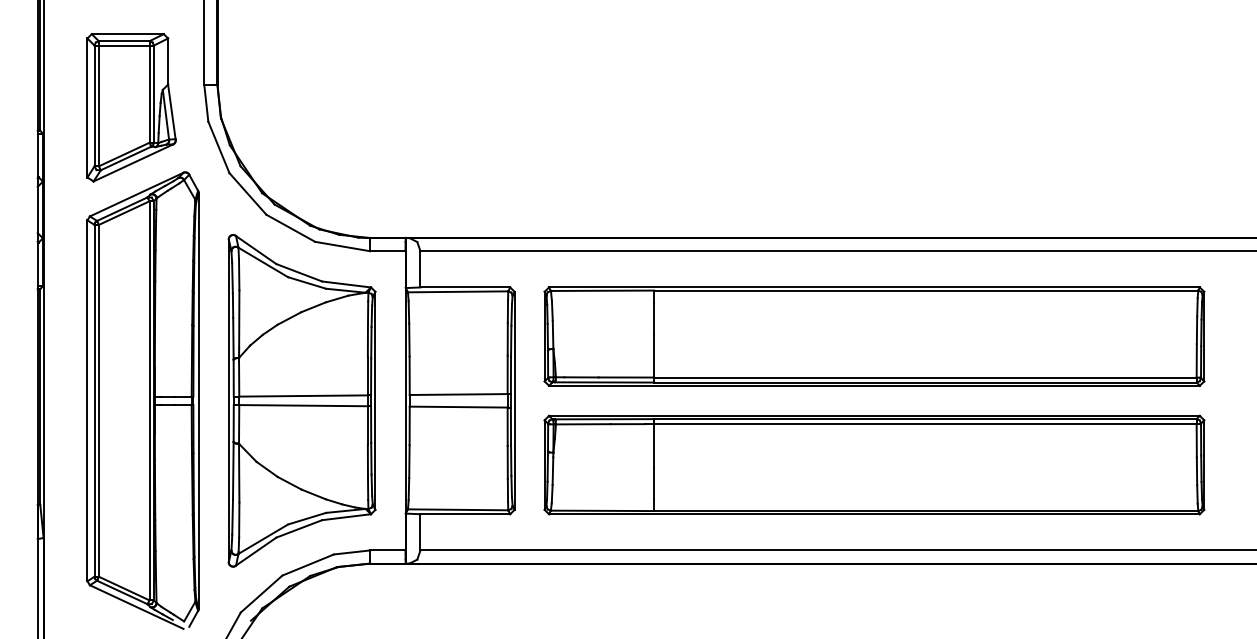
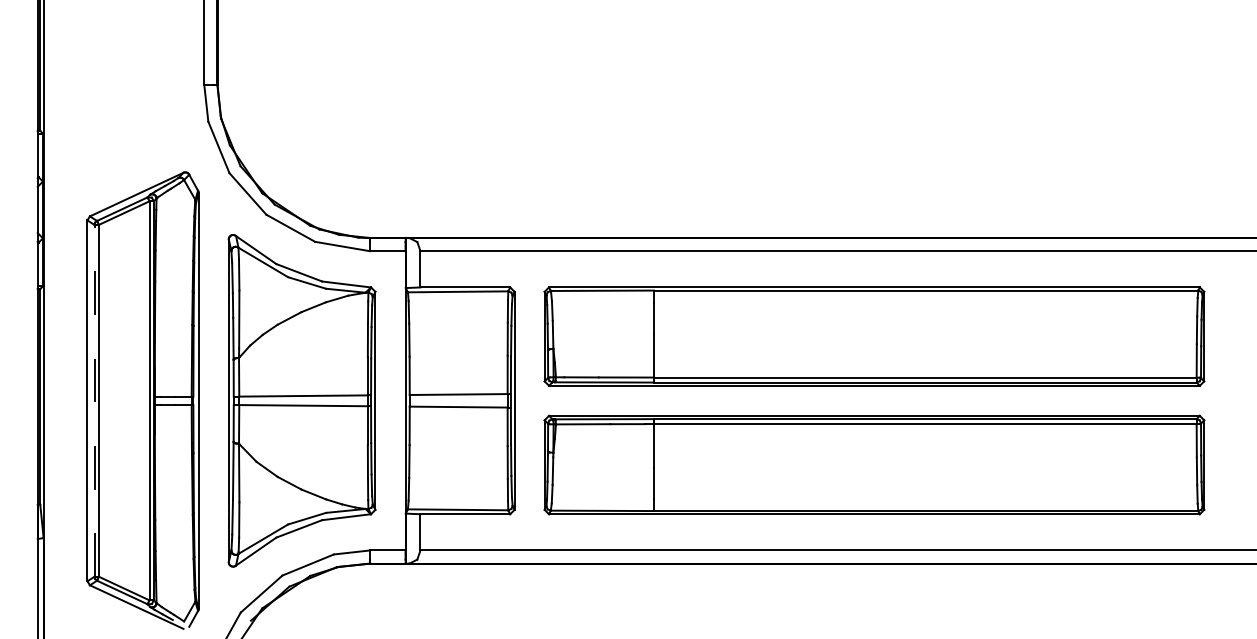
part at (131, 107): present -> none
line at (94, 400): solid -> dashed
